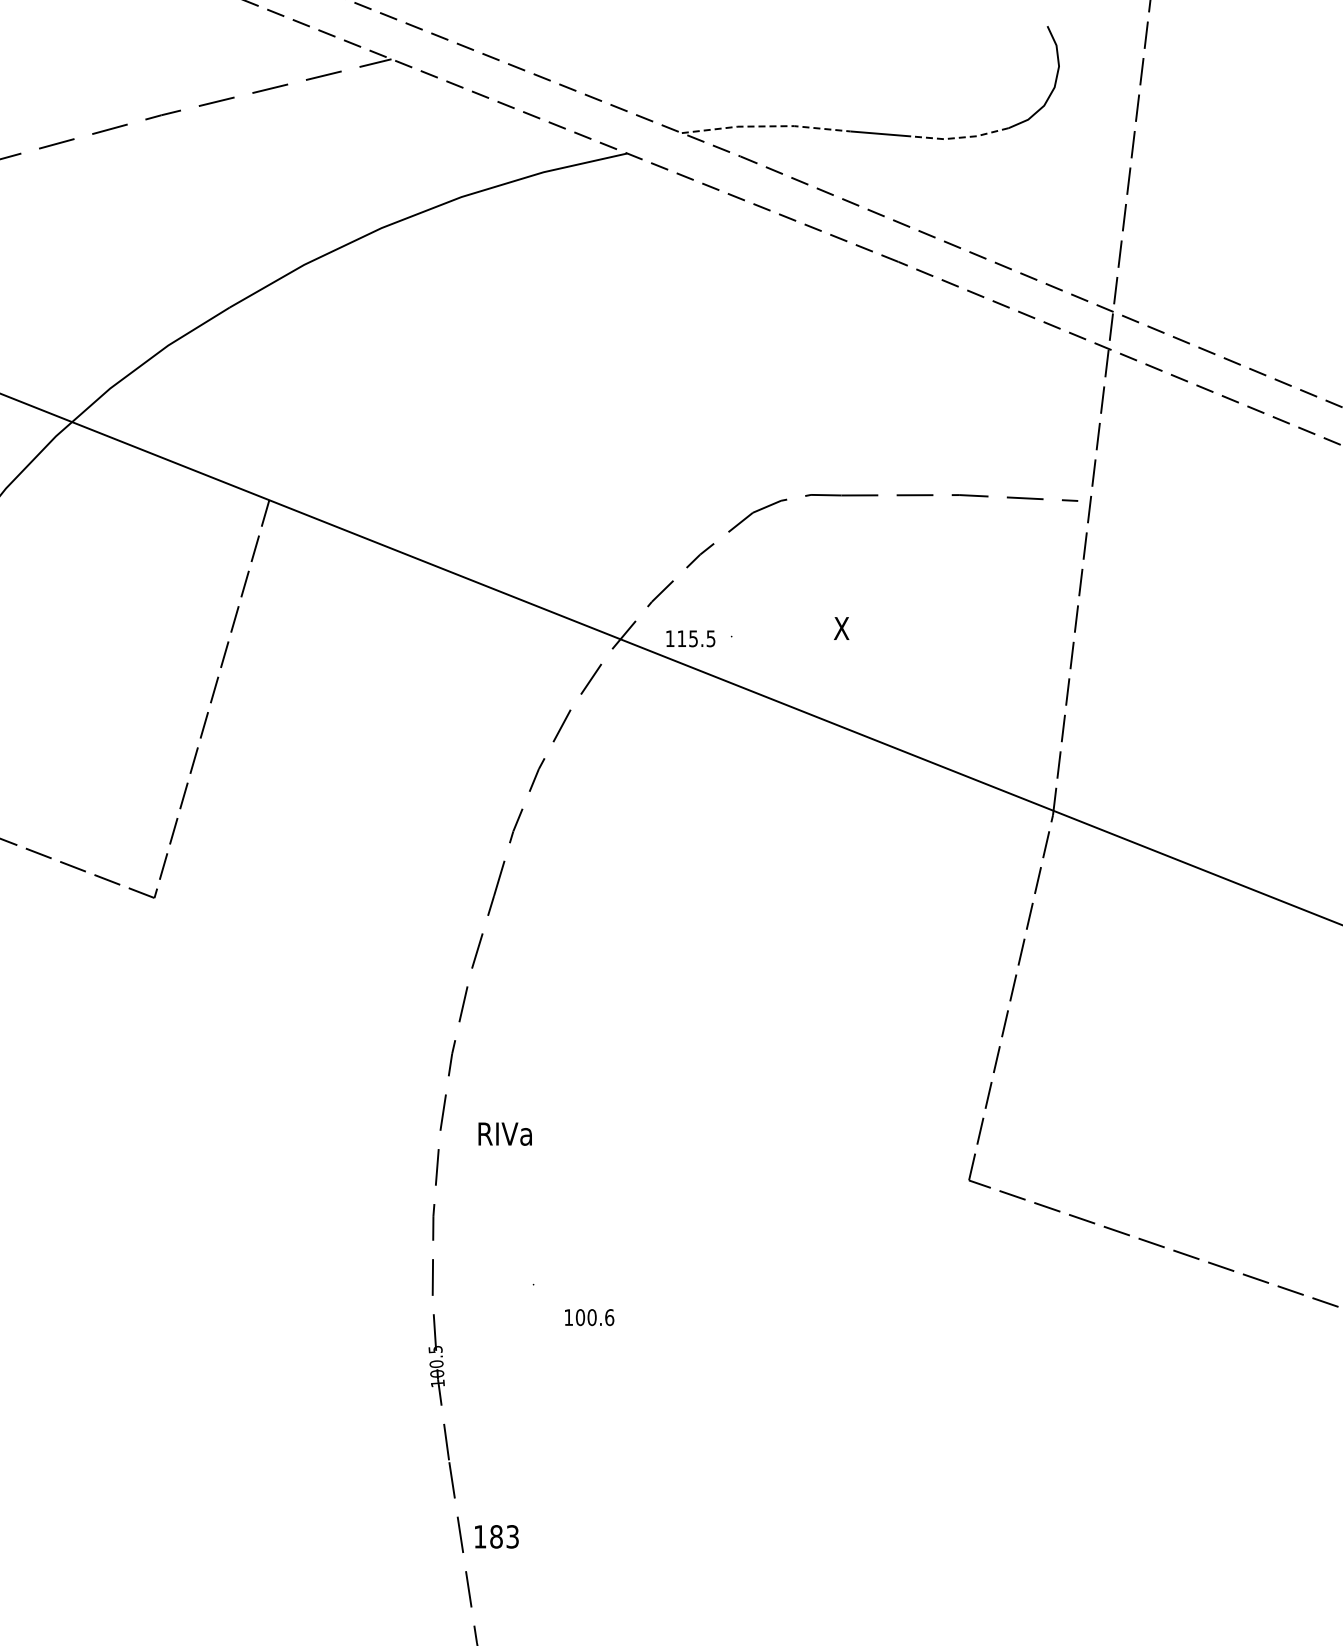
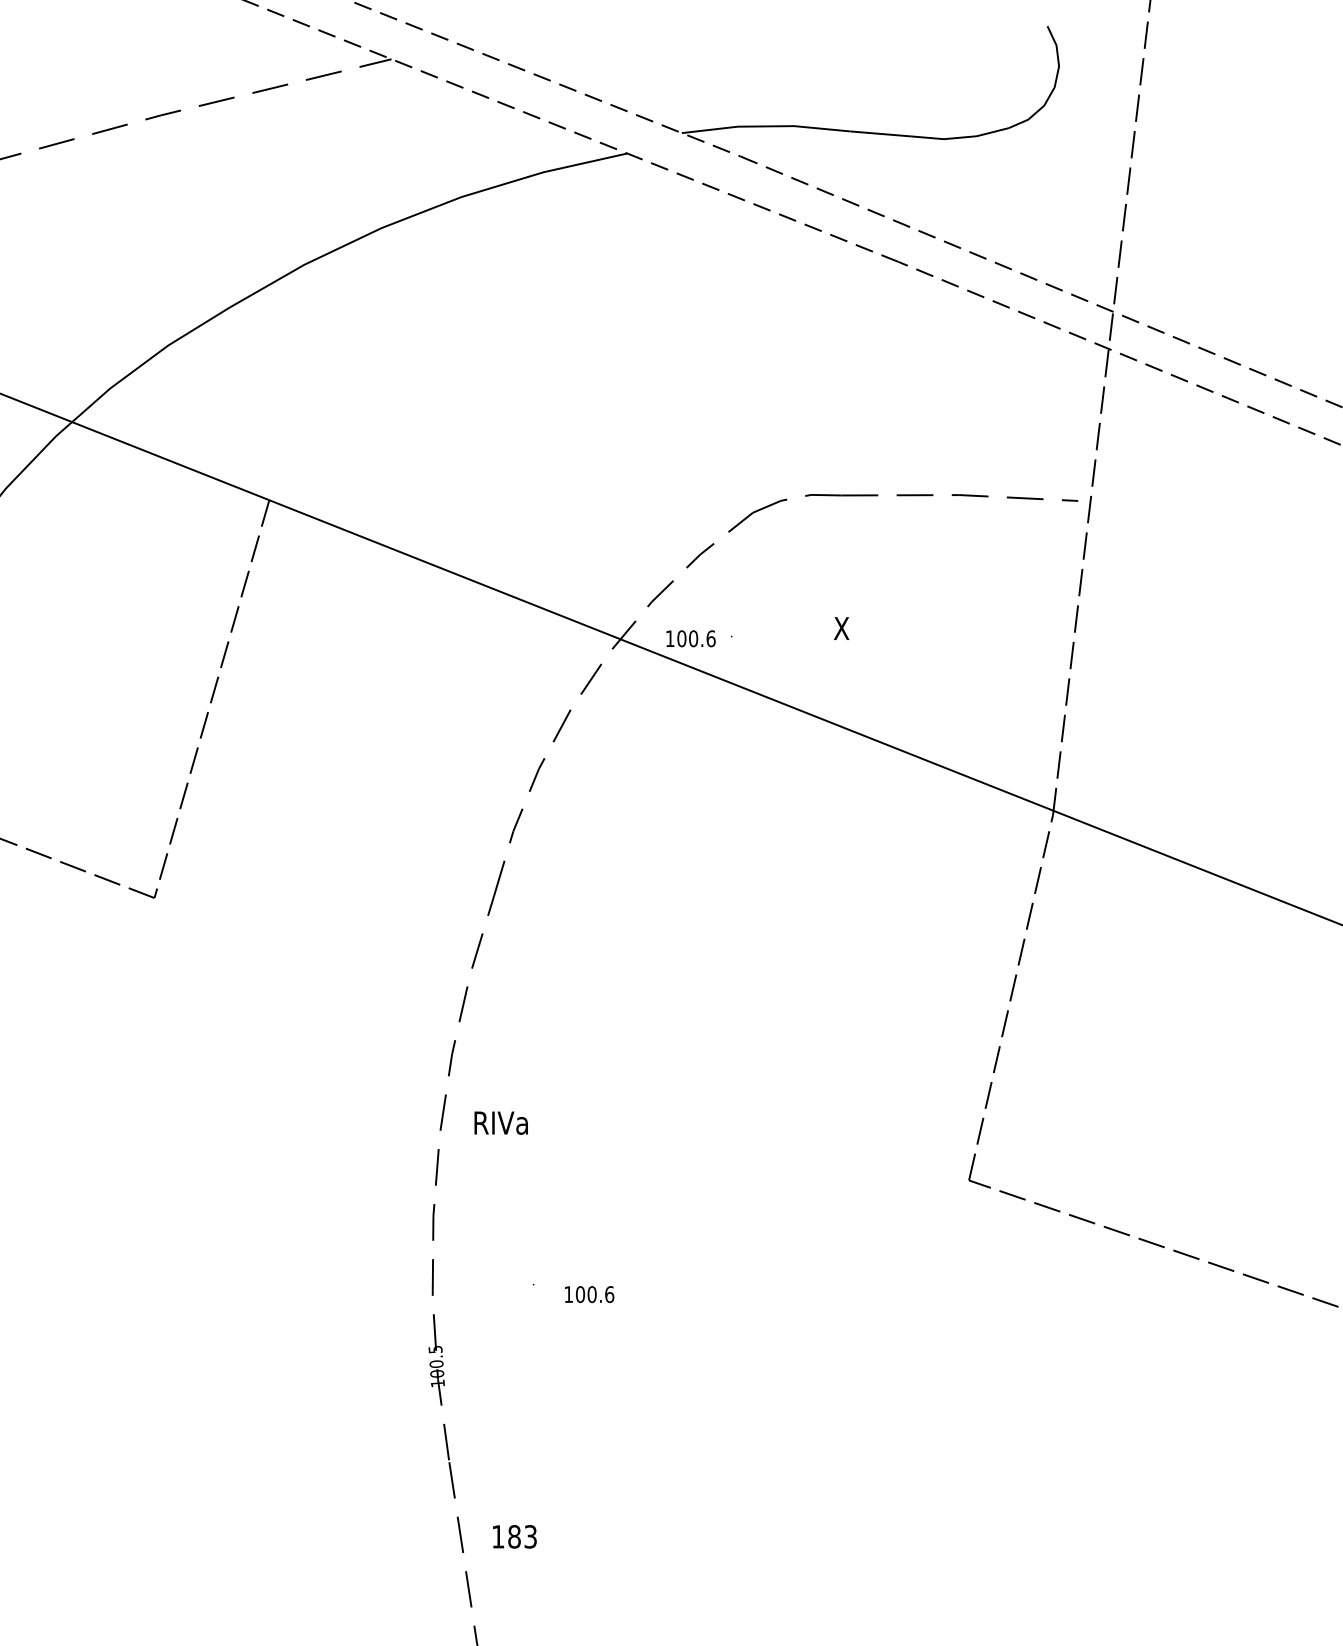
line at (766, 126): dashed -> solid
line at (959, 137): dashed -> solid
text at (696, 638): 115.5 -> 100.6
text at (504, 1133) position: (504, 1133) -> (500, 1122)
text at (589, 1317) position: (589, 1317) -> (589, 1294)
text at (496, 1536) position: (496, 1536) -> (514, 1536)
